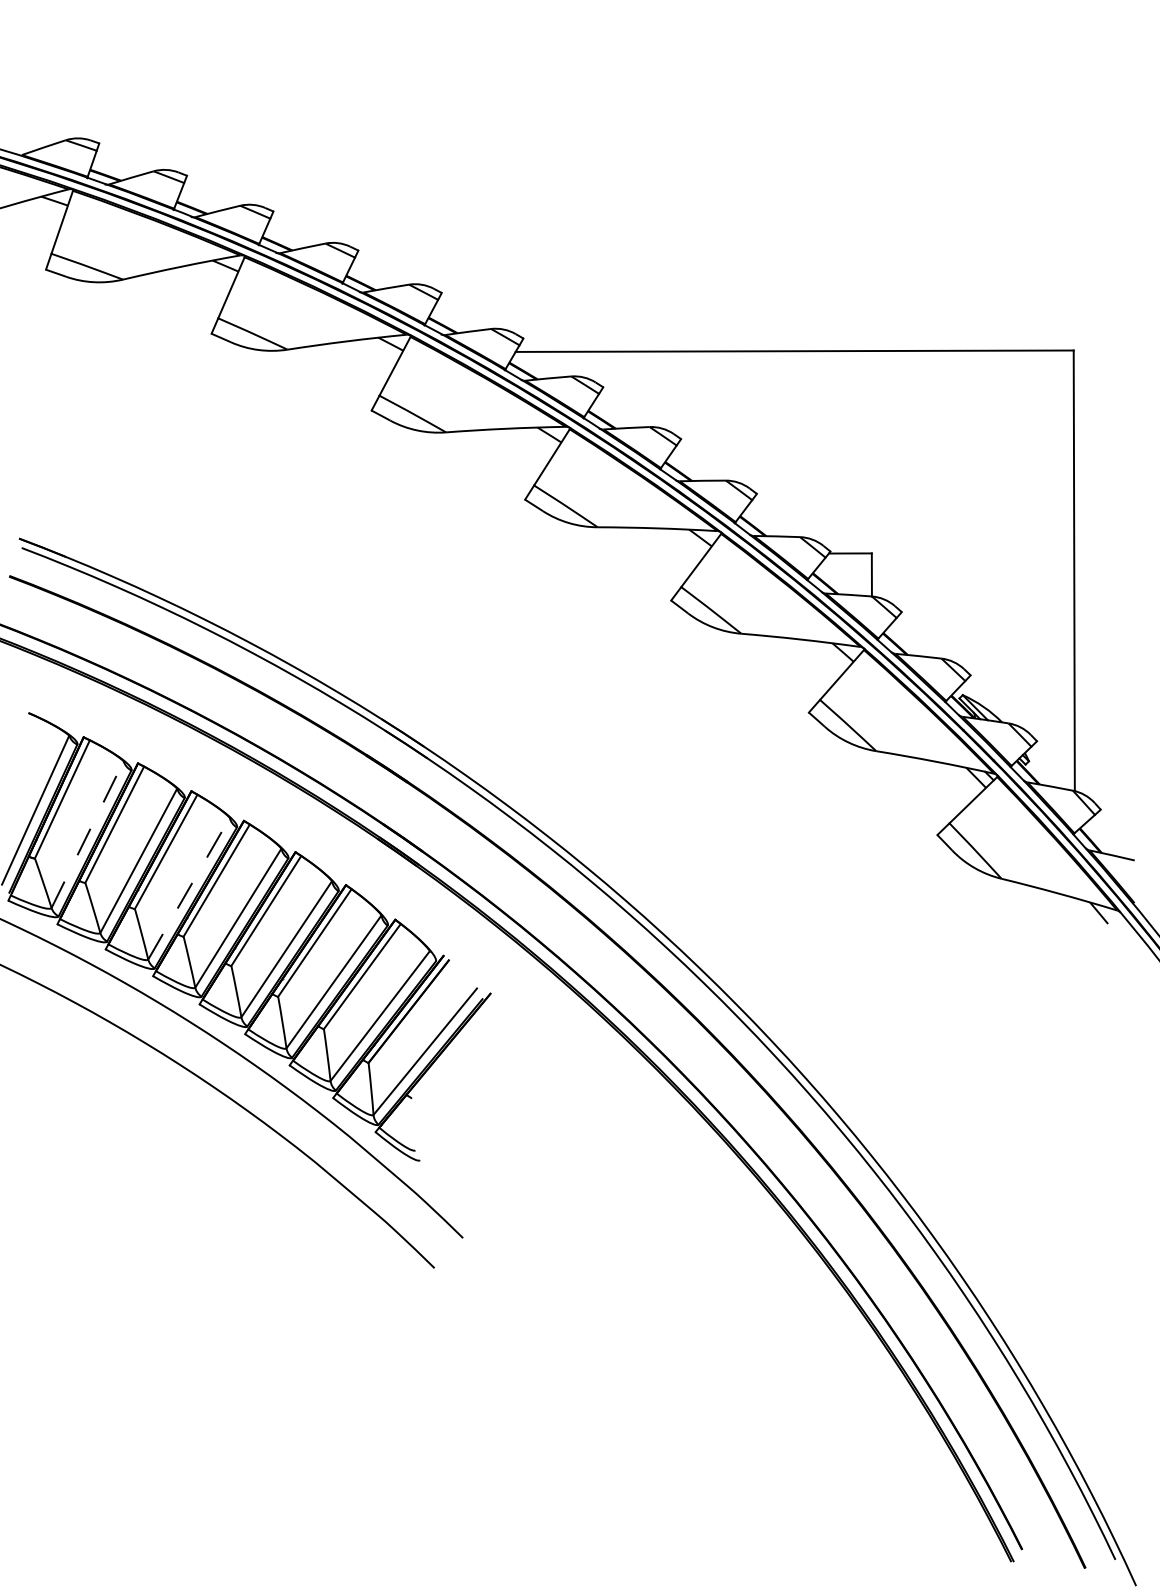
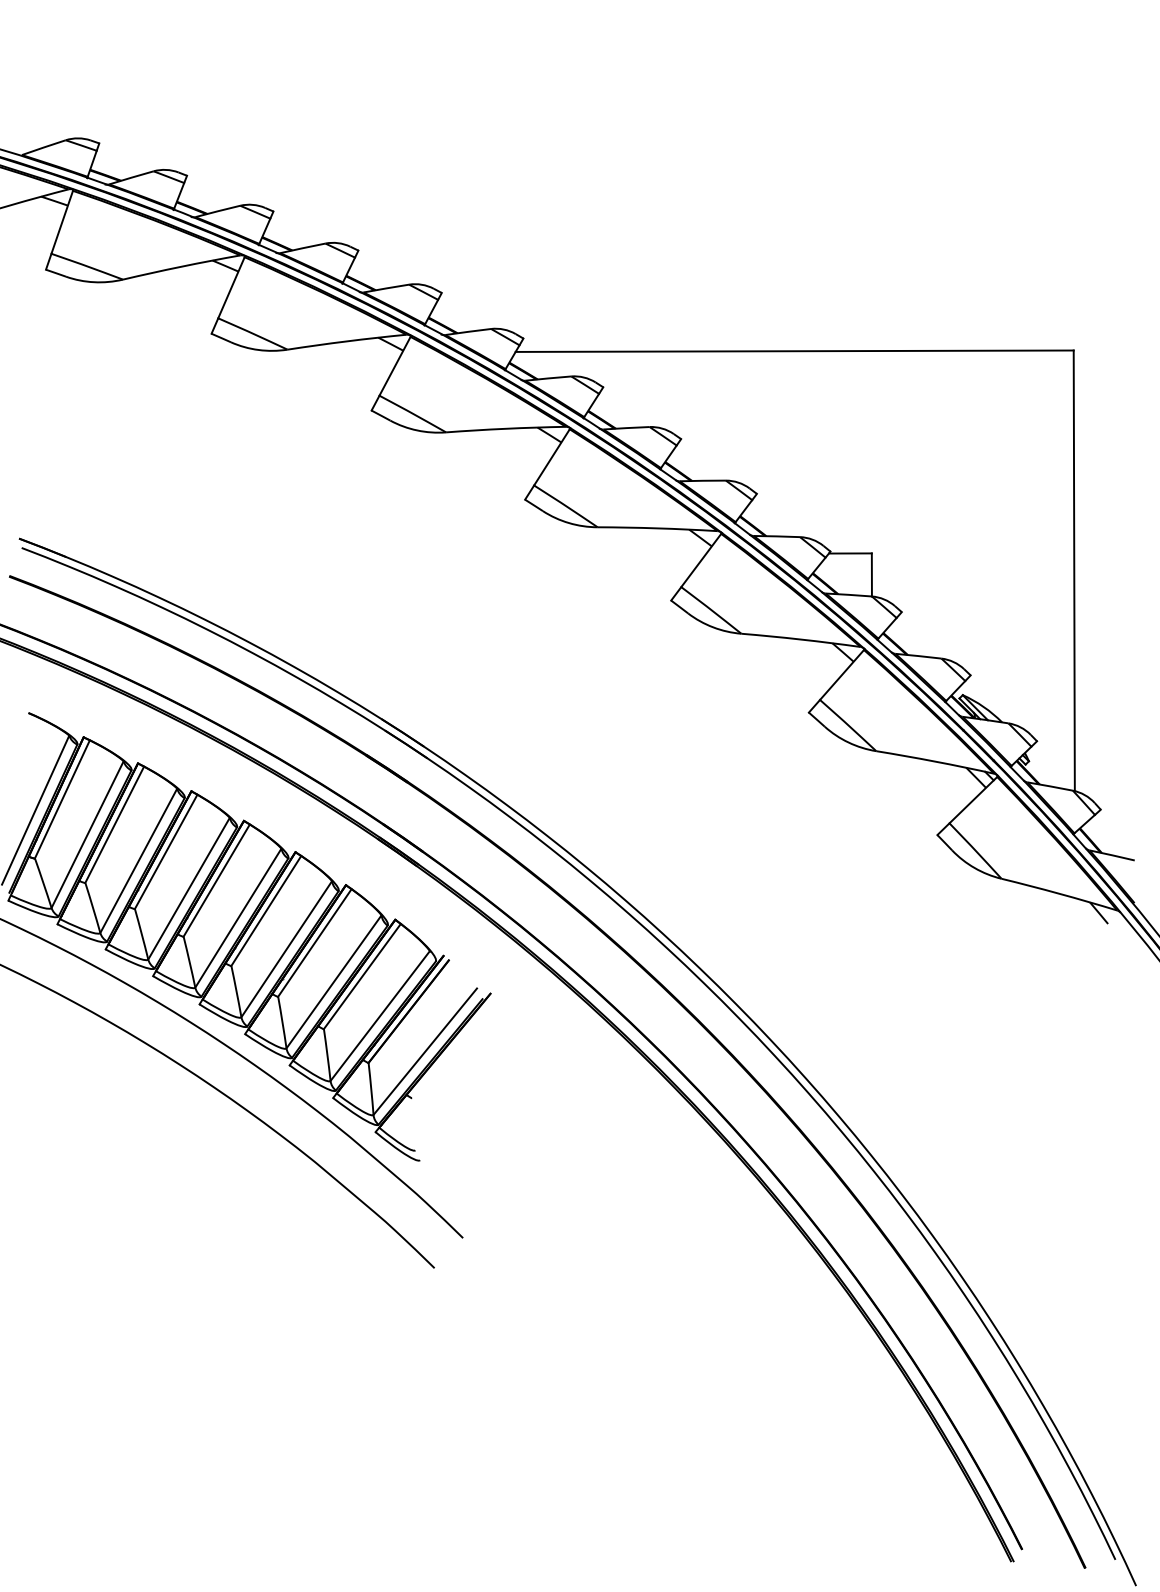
line at (87, 834): dashed -> solid
line at (189, 888): dashed -> solid
